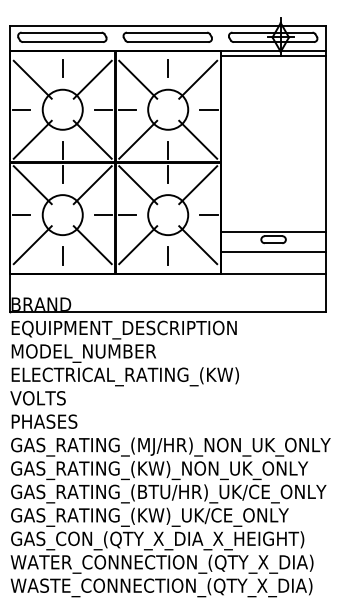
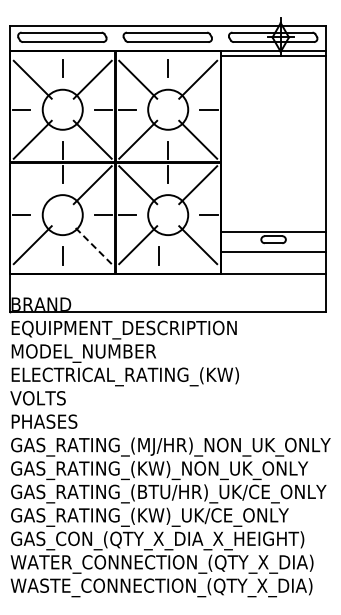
line at (32, 185): present -> none
line at (92, 245): solid -> dashed
line at (167, 255) position: (167, 255) -> (158, 255)
